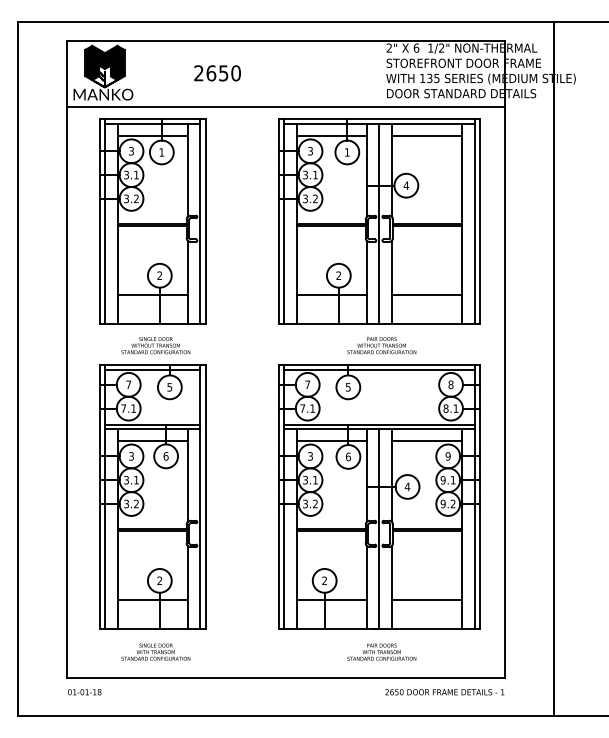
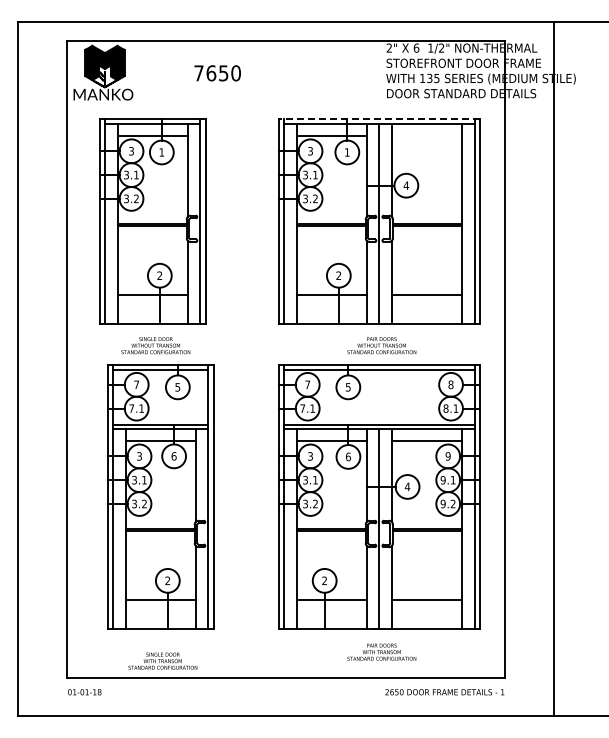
text at (198, 73): 2650 -> 7650
line at (286, 107): present -> none
line at (379, 119): solid -> dashed
line at (426, 136): present -> none
part at (152, 496) position: (152, 496) -> (160, 496)
text at (155, 651) position: (155, 651) -> (162, 660)
